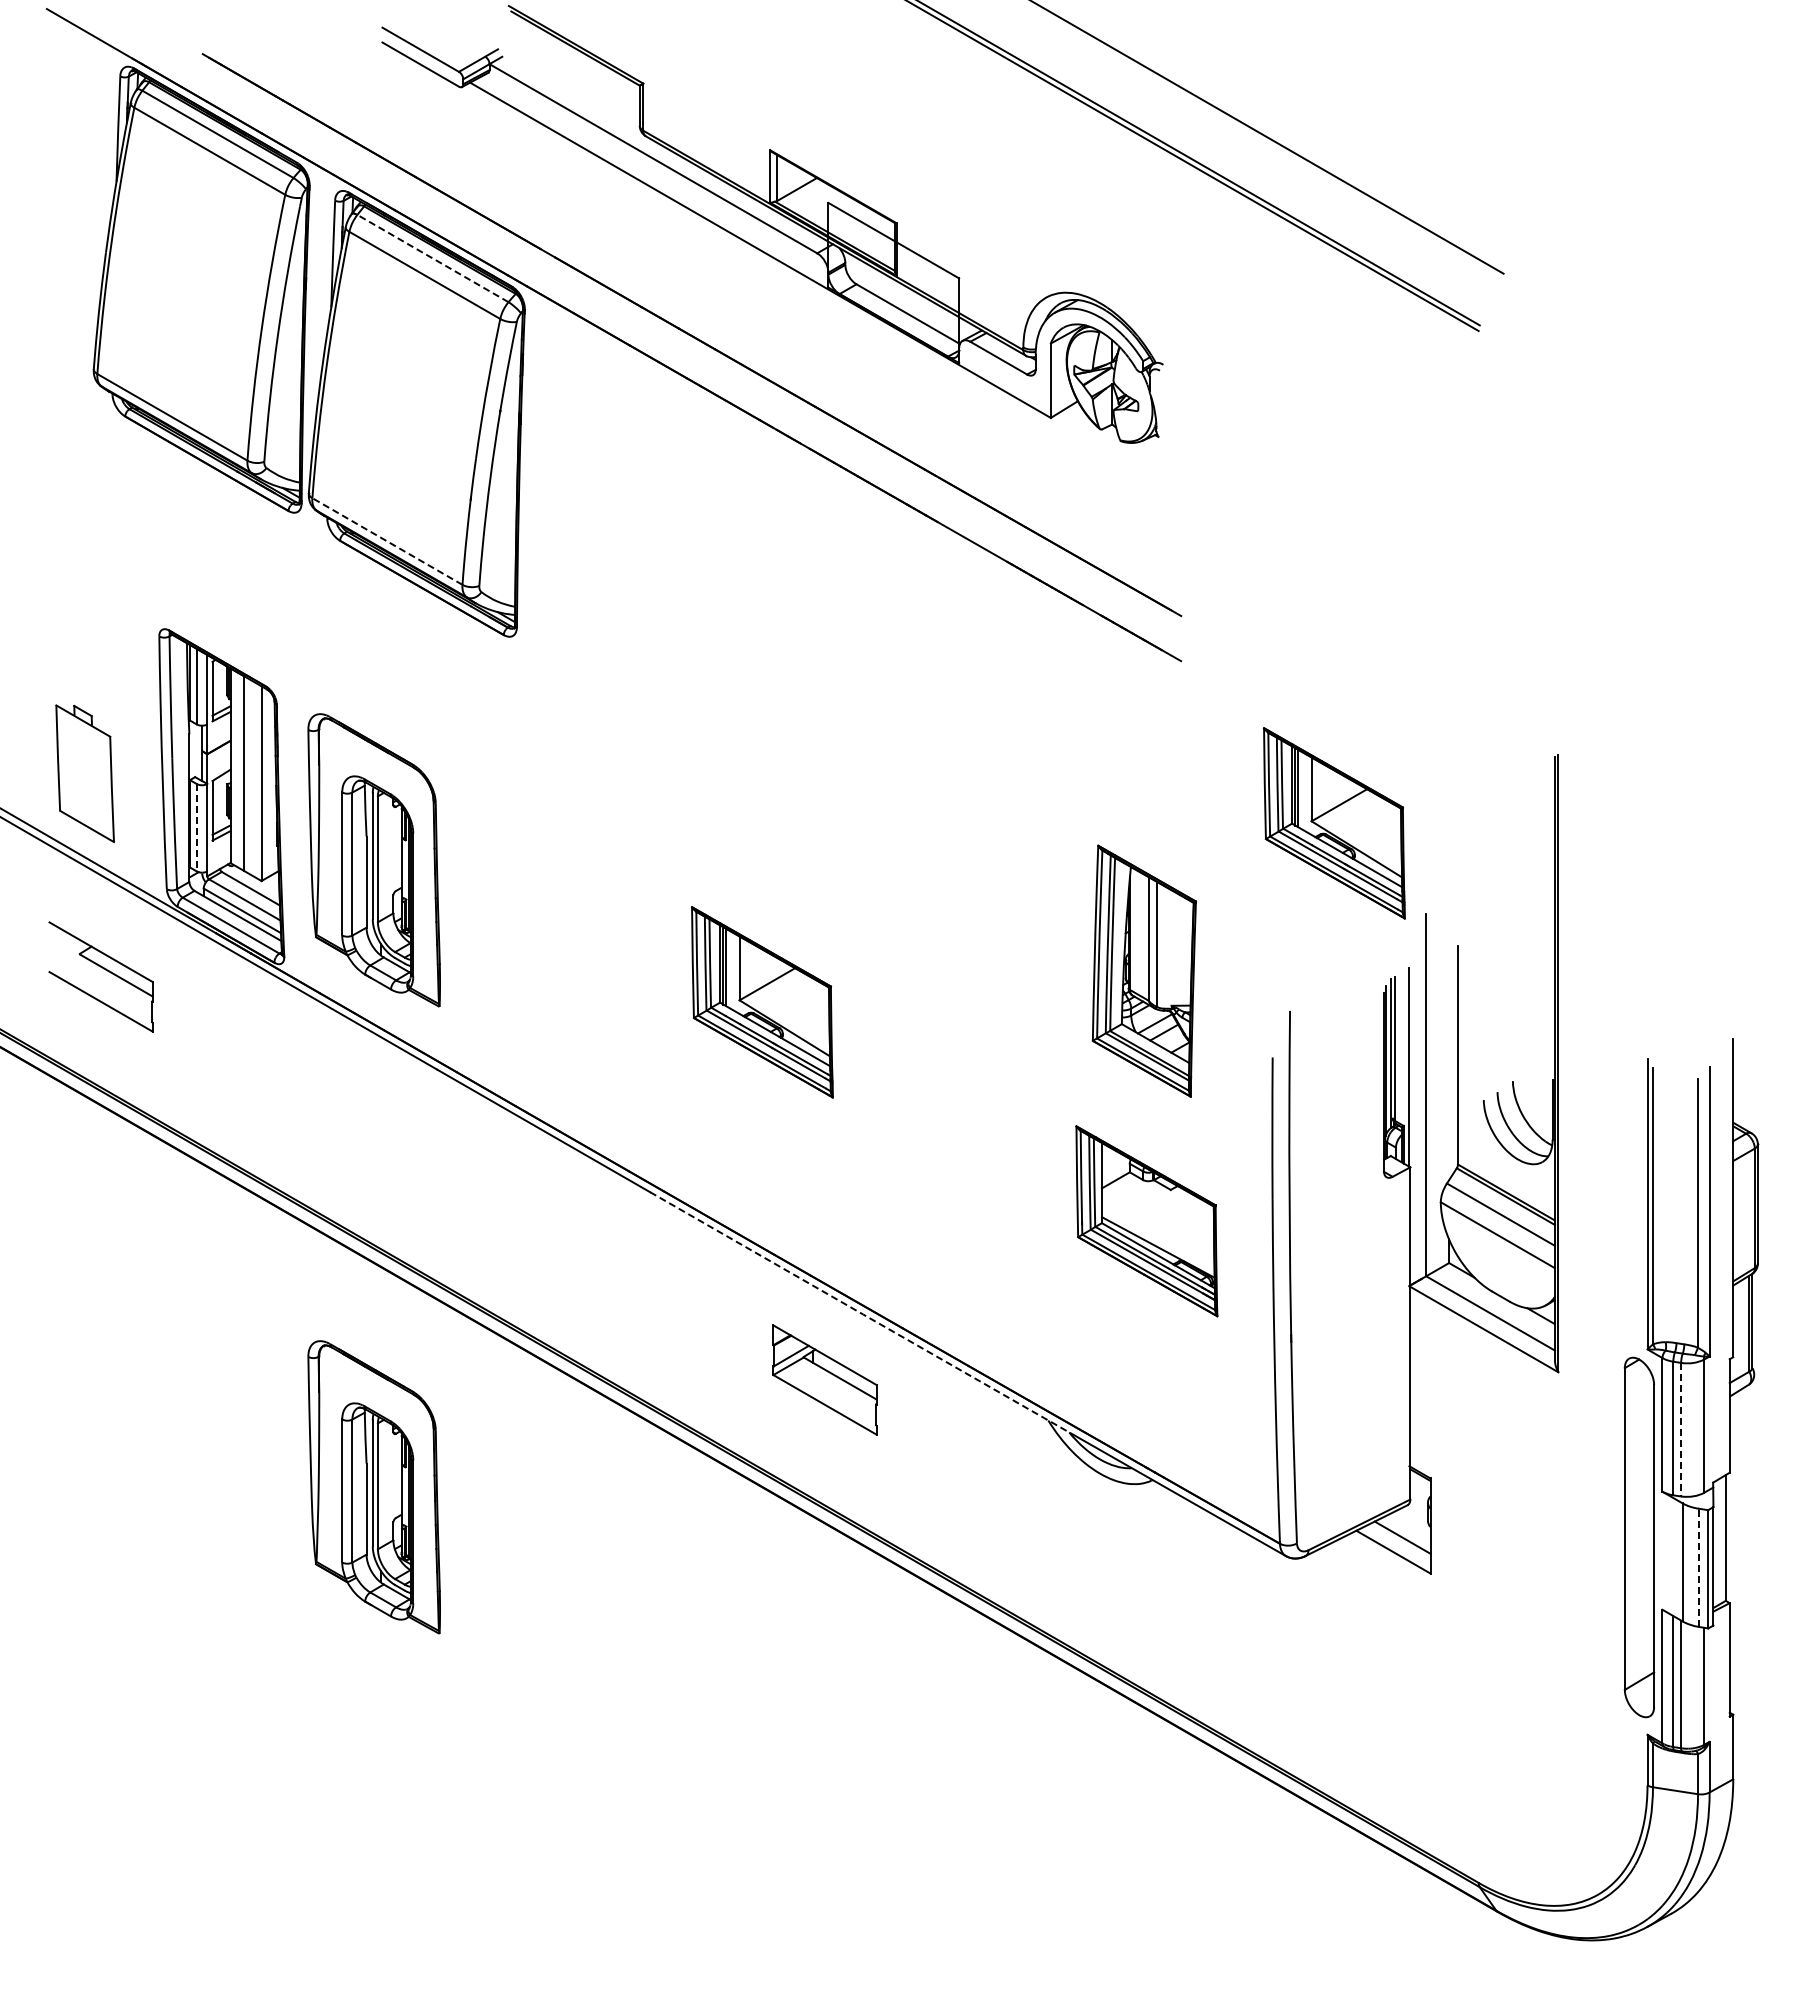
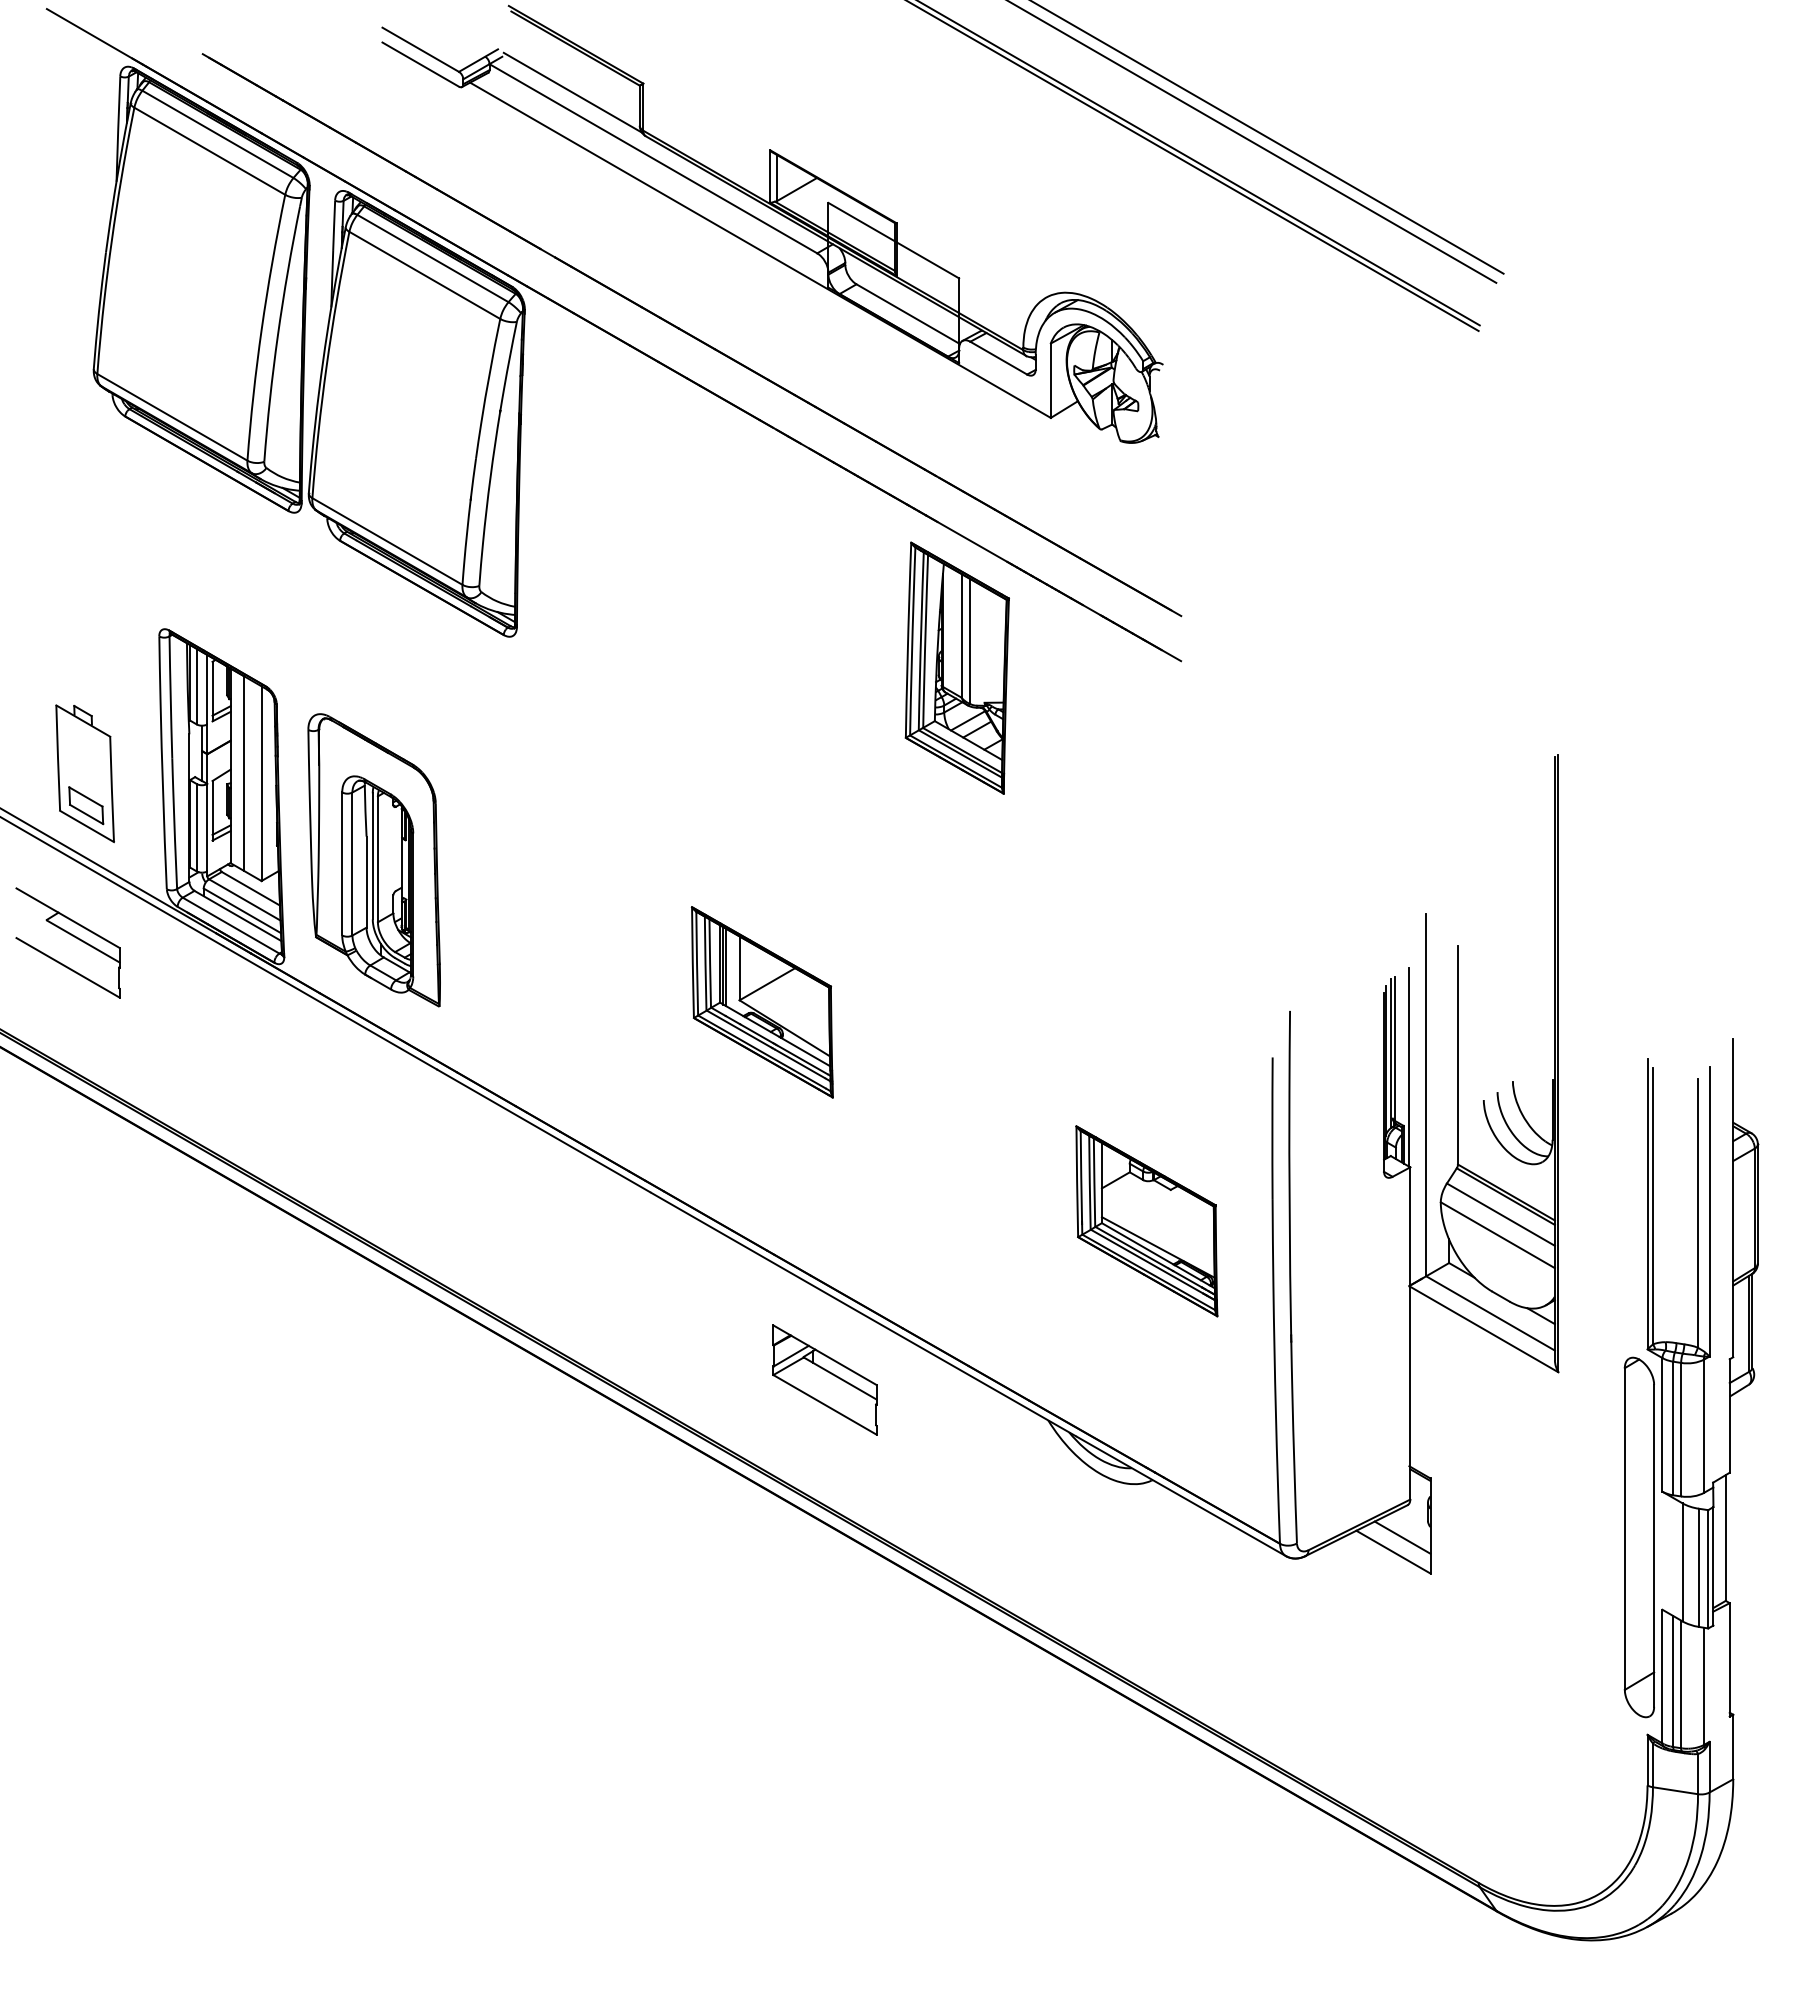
line at (572, 92): none -> present
line at (1253, 142): none -> present
line at (432, 258): dashed -> solid
line at (387, 541): dashed -> solid
part at (86, 805): none -> present
part at (1333, 823): present -> none
line at (196, 827): dashed -> solid
part at (103, 969) position: (103, 969) -> (70, 935)
part at (1143, 970) position: (1143, 970) -> (956, 667)
line at (863, 1314): dashed -> solid
line at (1681, 1429): dashed -> solid
part at (373, 1487): present -> none
line at (1698, 1567): dashed -> solid
